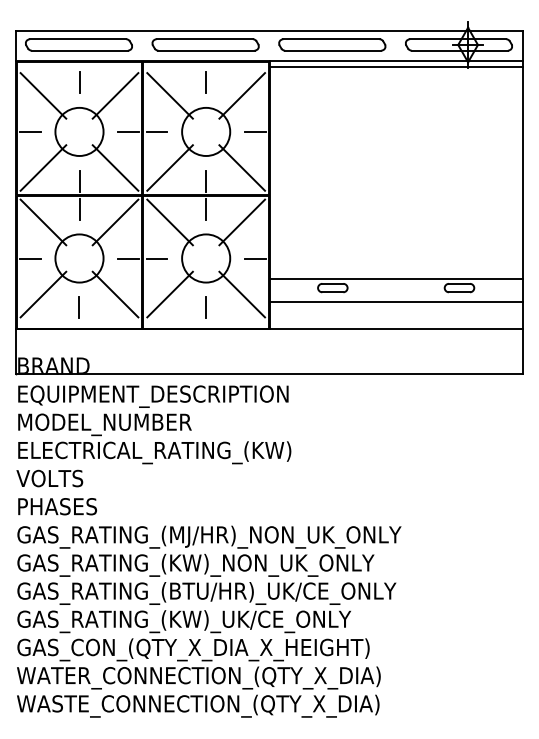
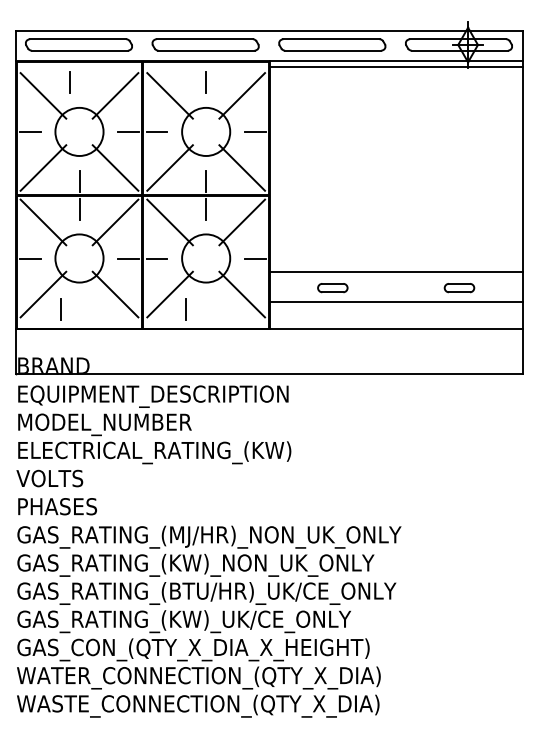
line at (79, 82) position: (79, 82) -> (69, 82)
line at (395, 279) position: (395, 279) -> (395, 272)
line at (78, 307) position: (78, 307) -> (60, 309)
line at (205, 307) position: (205, 307) -> (185, 309)
